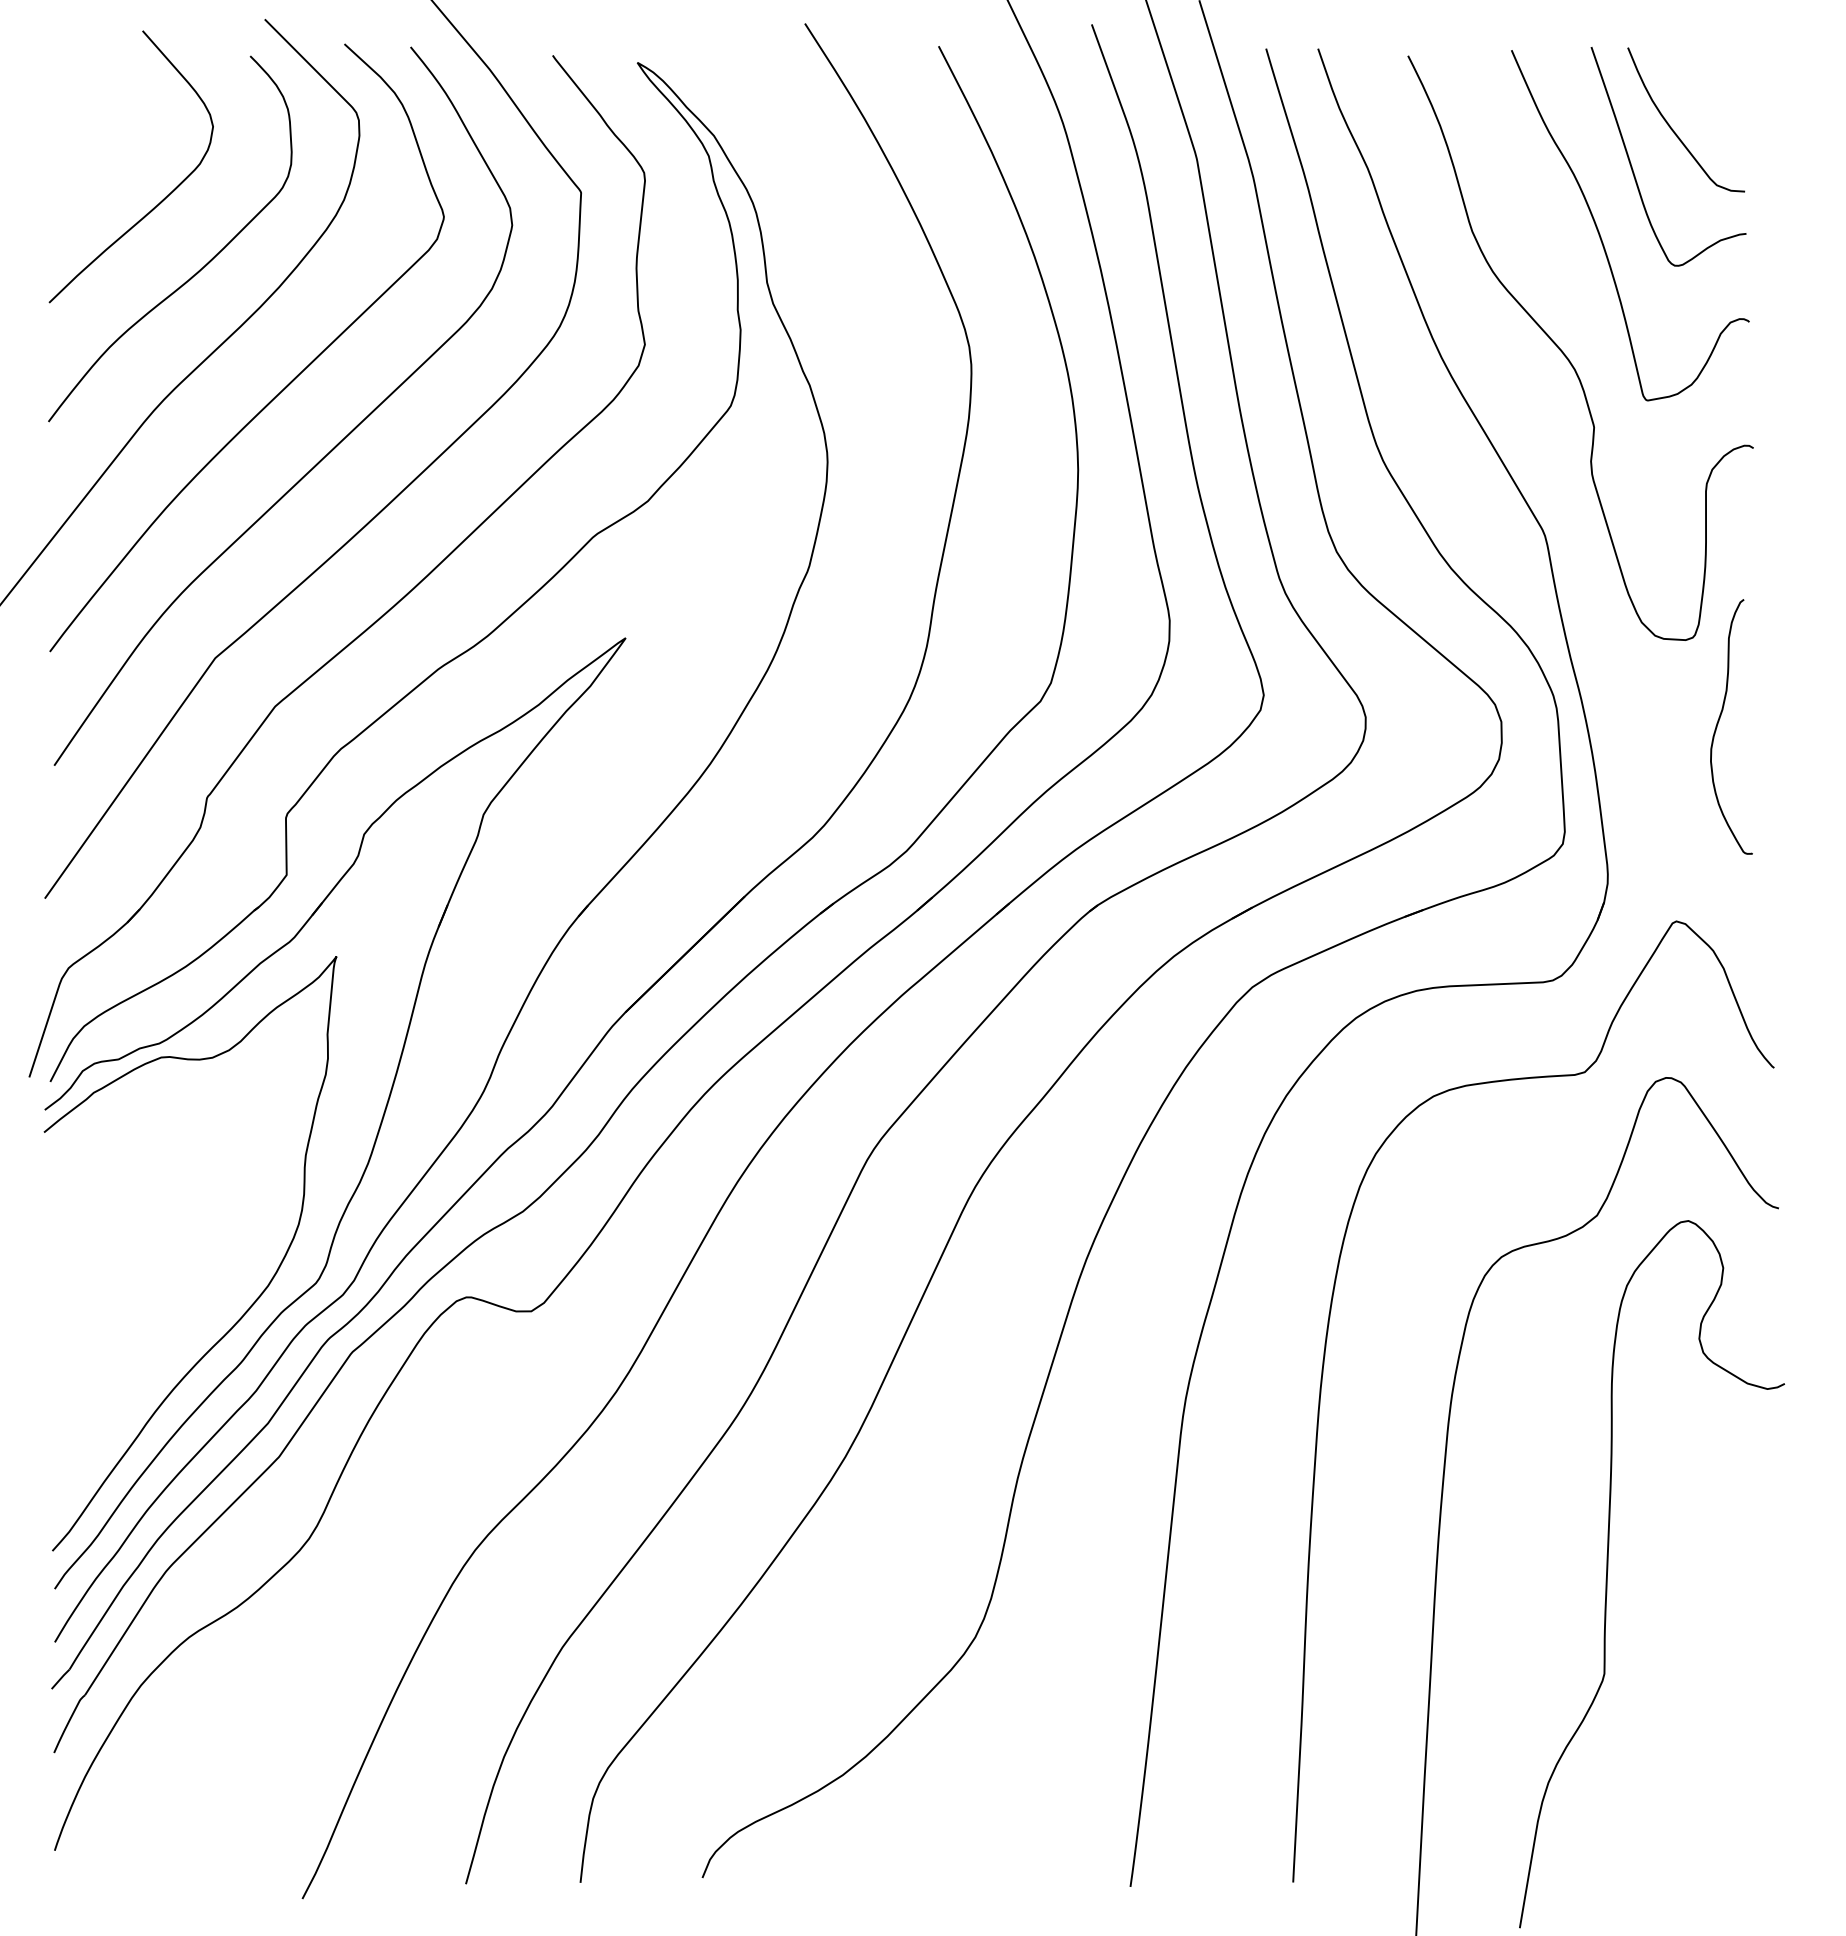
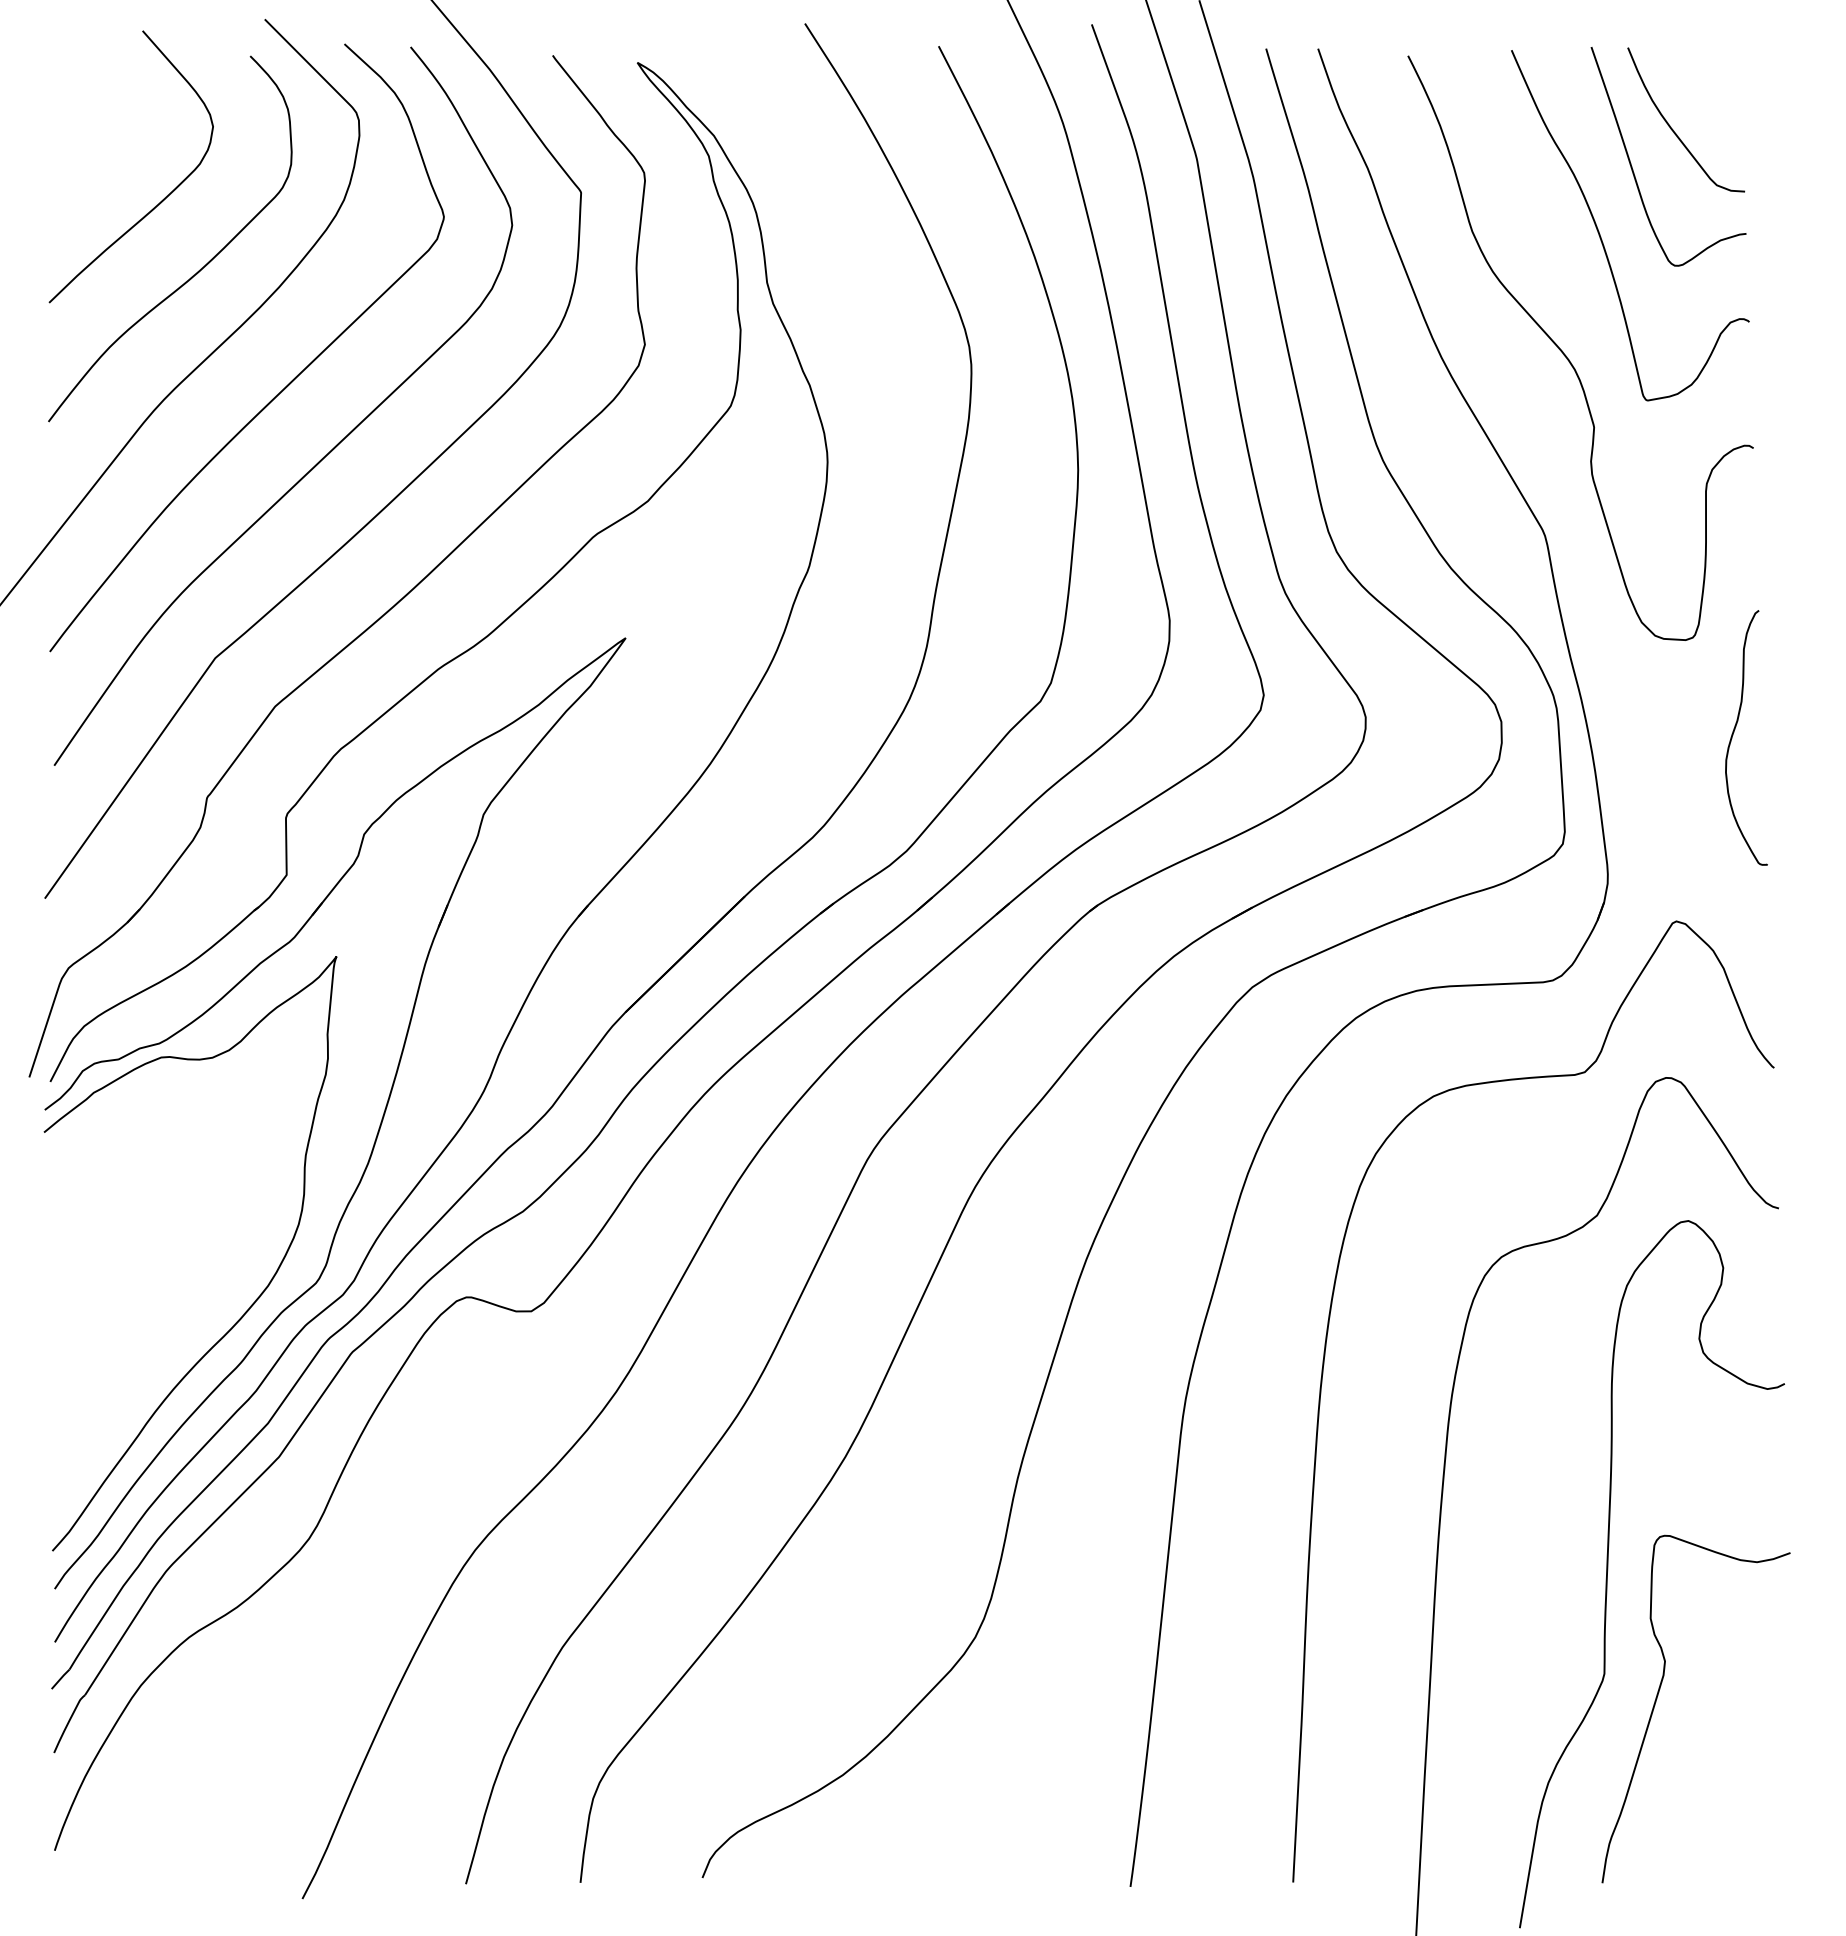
curve at (1719, 721) position: (1719, 721) -> (1734, 732)
curve at (1657, 1699): none -> present
